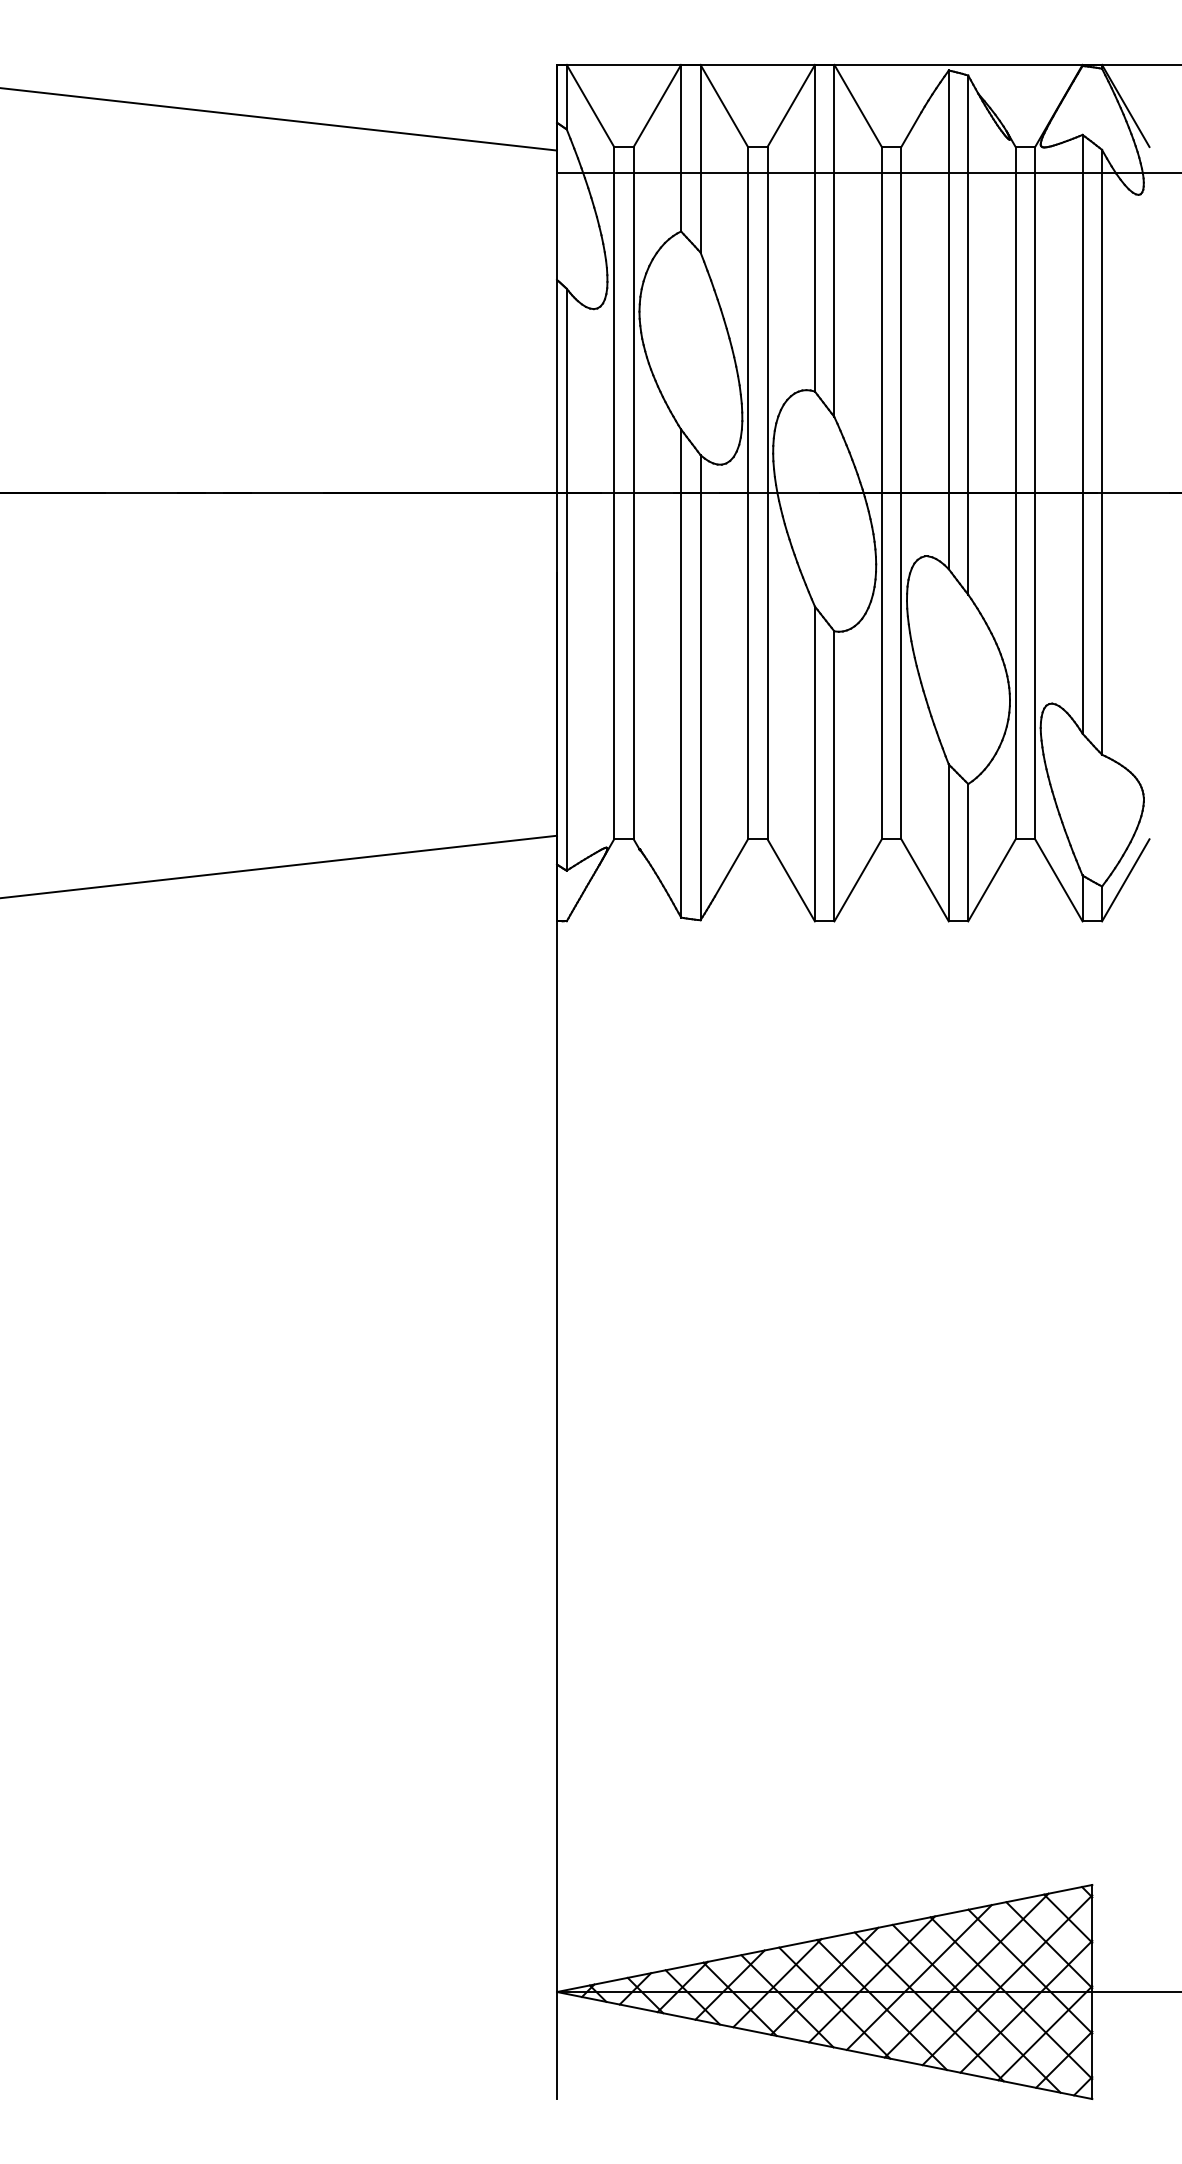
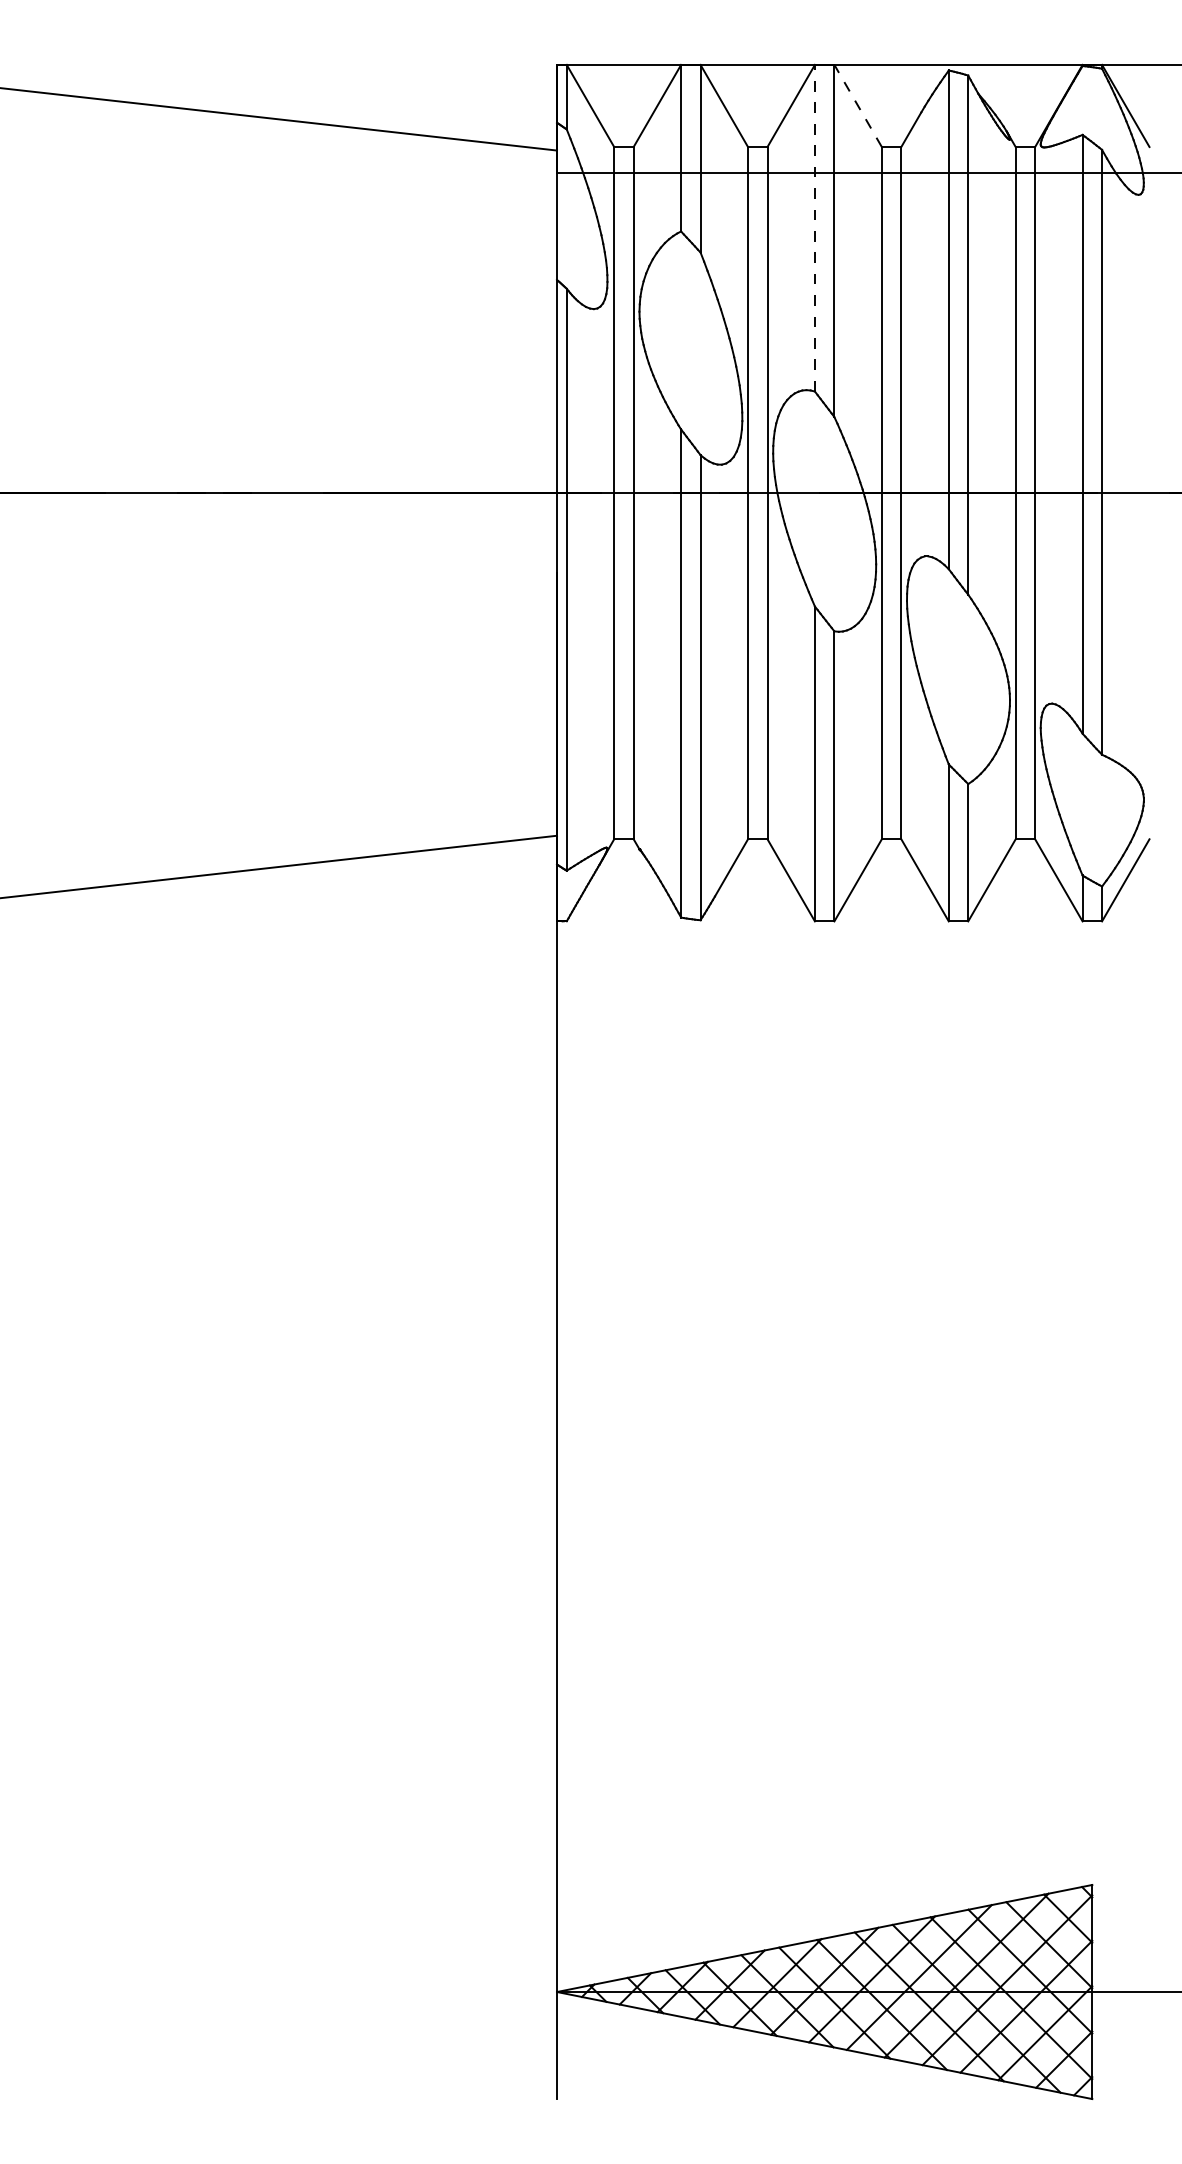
line at (857, 105): solid -> dashed
line at (814, 227): solid -> dashed
